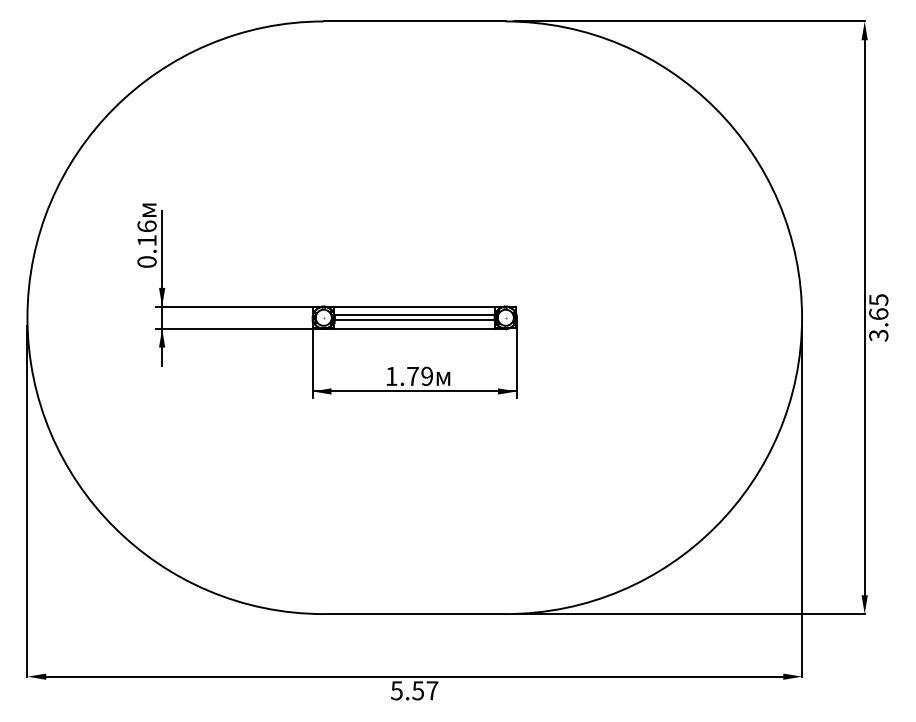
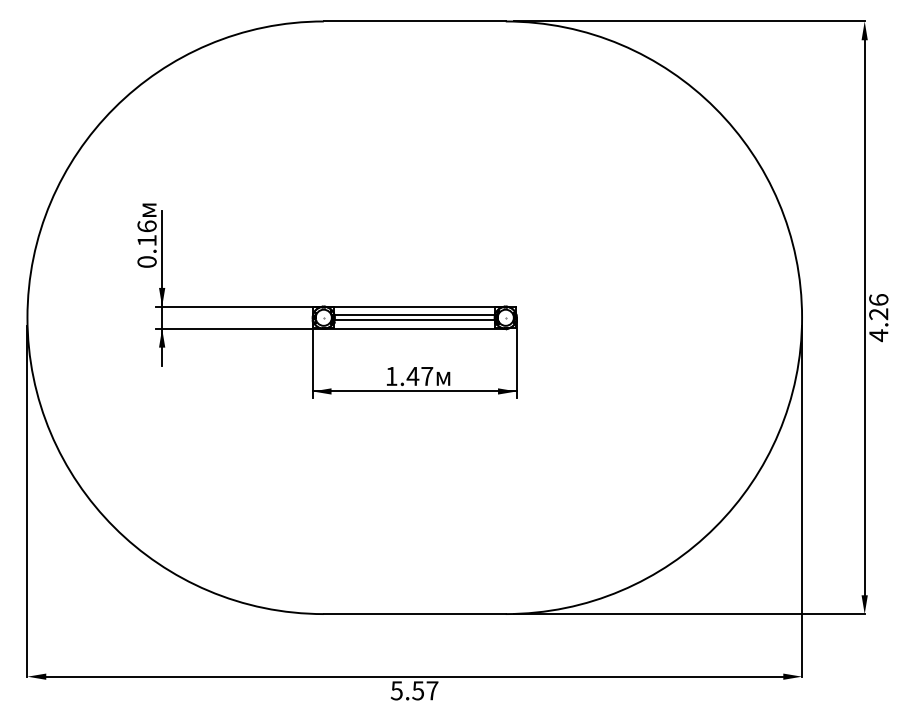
text at (878, 318): 3.65 -> 4.26
text at (419, 376): 1.79 -> 1.47
